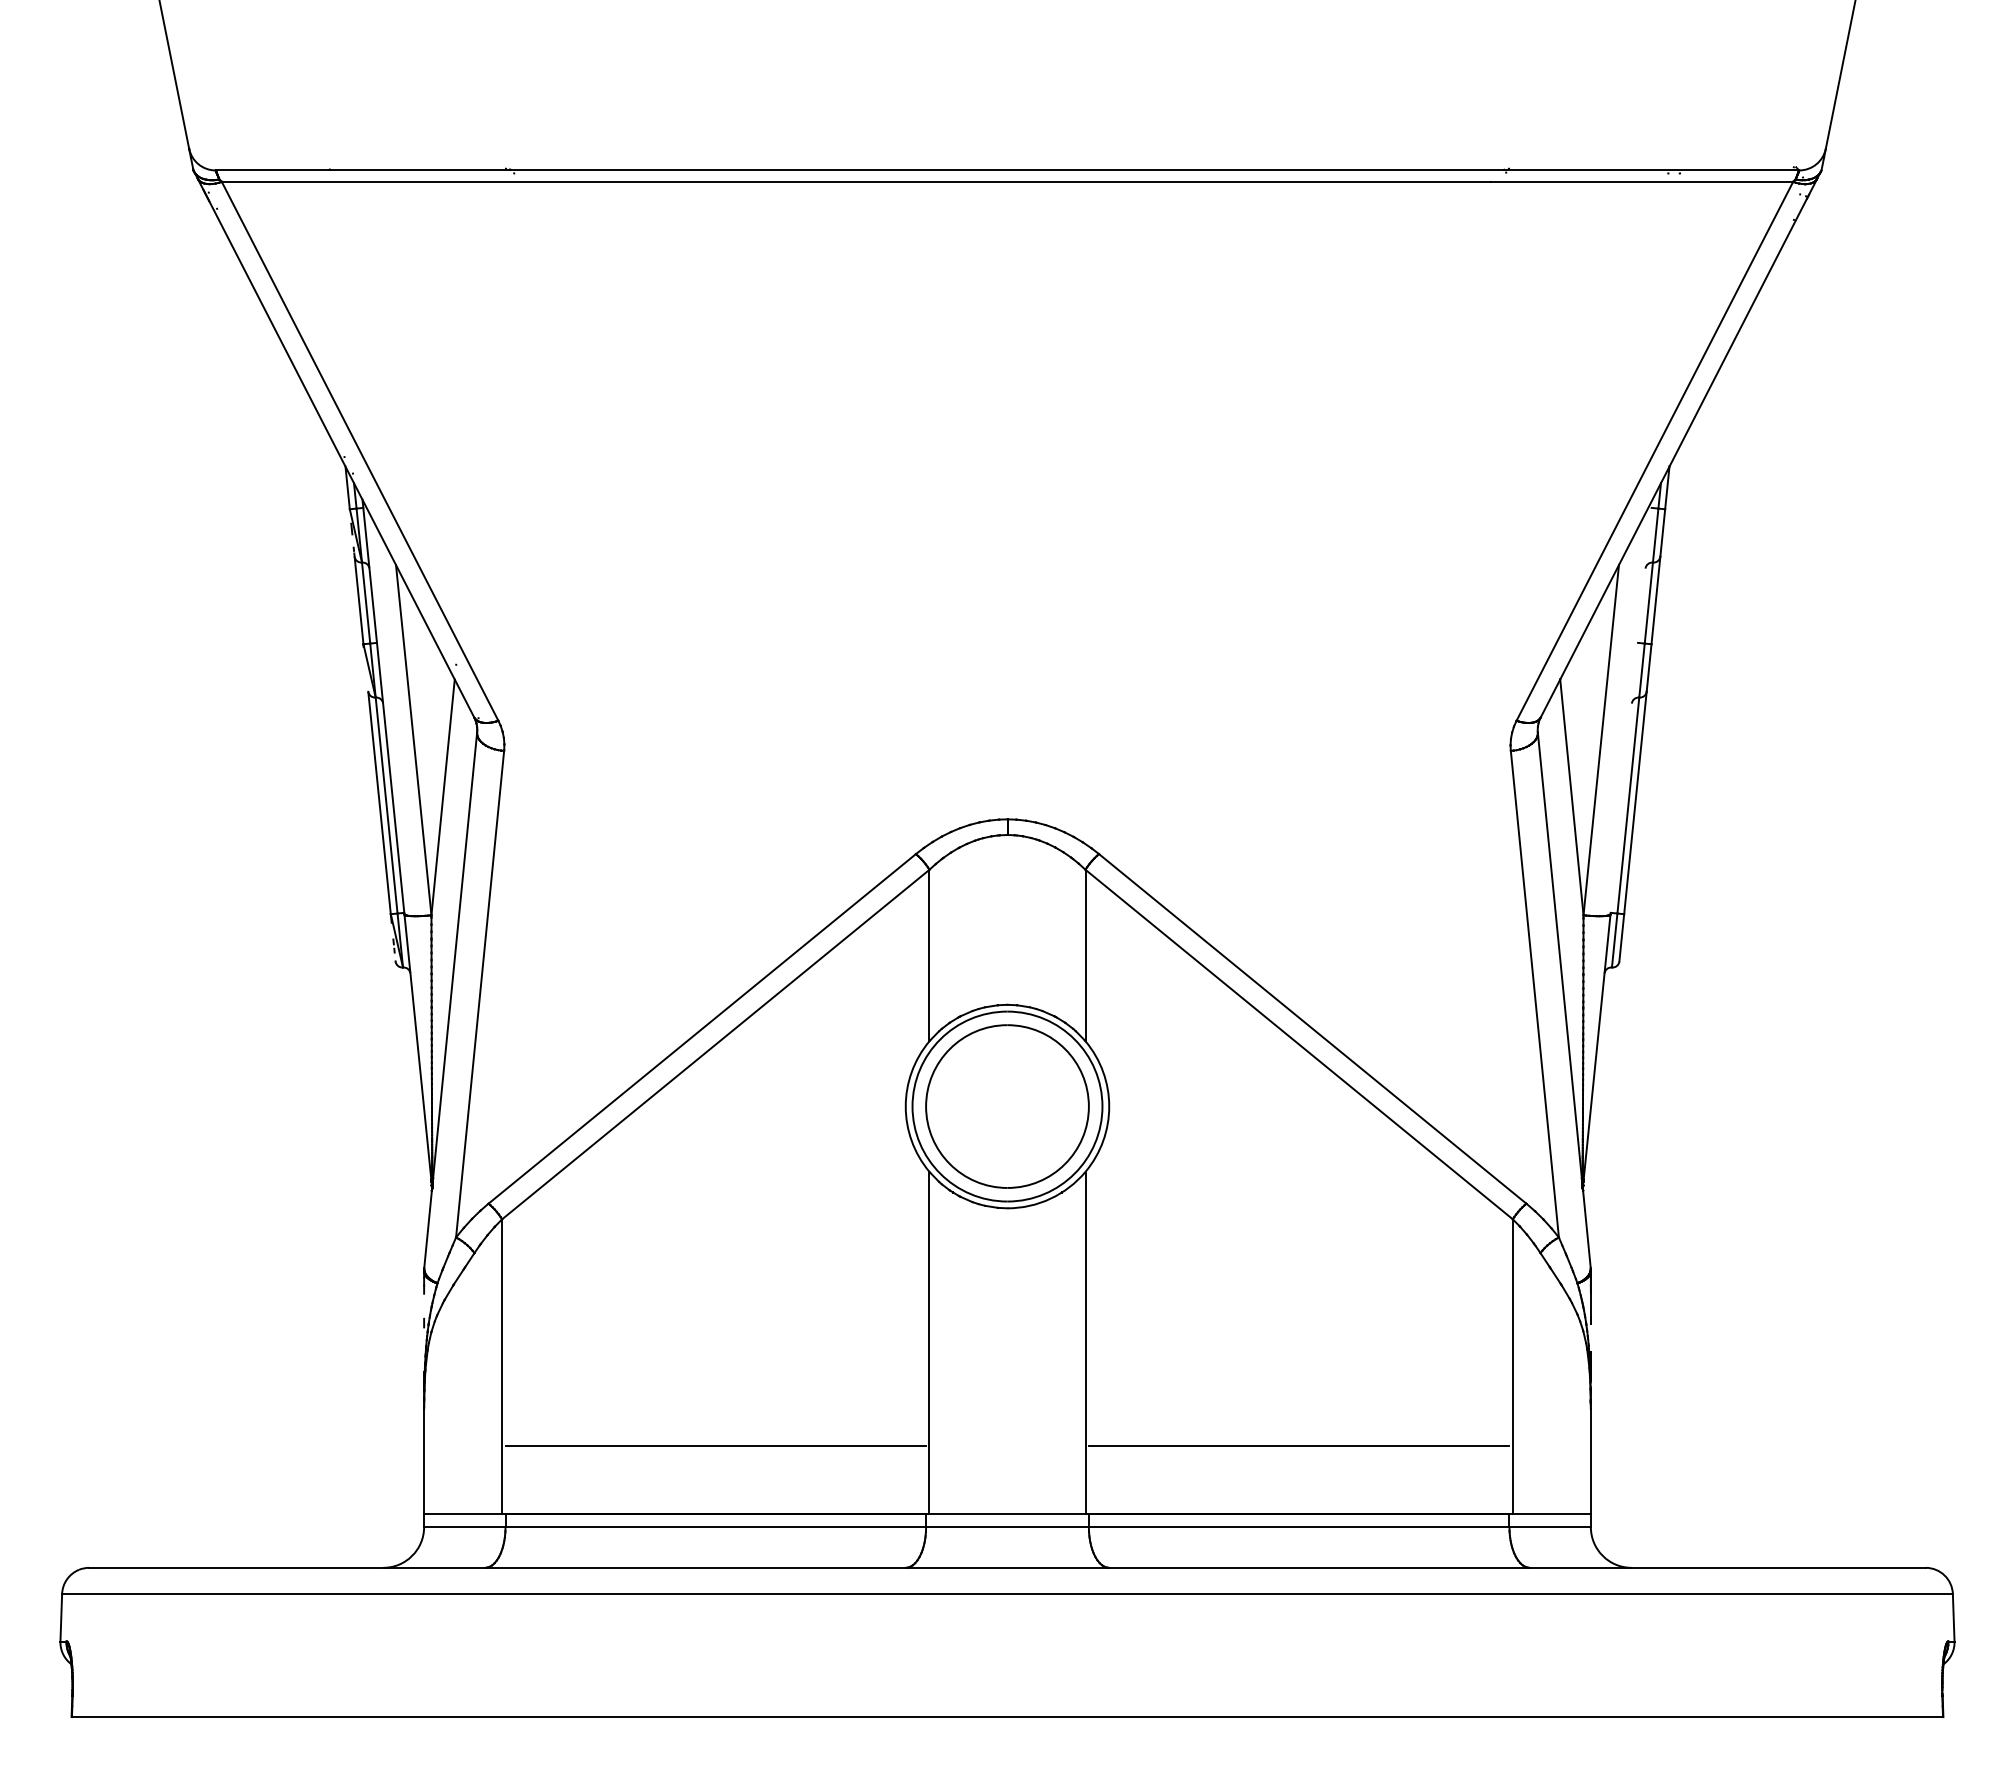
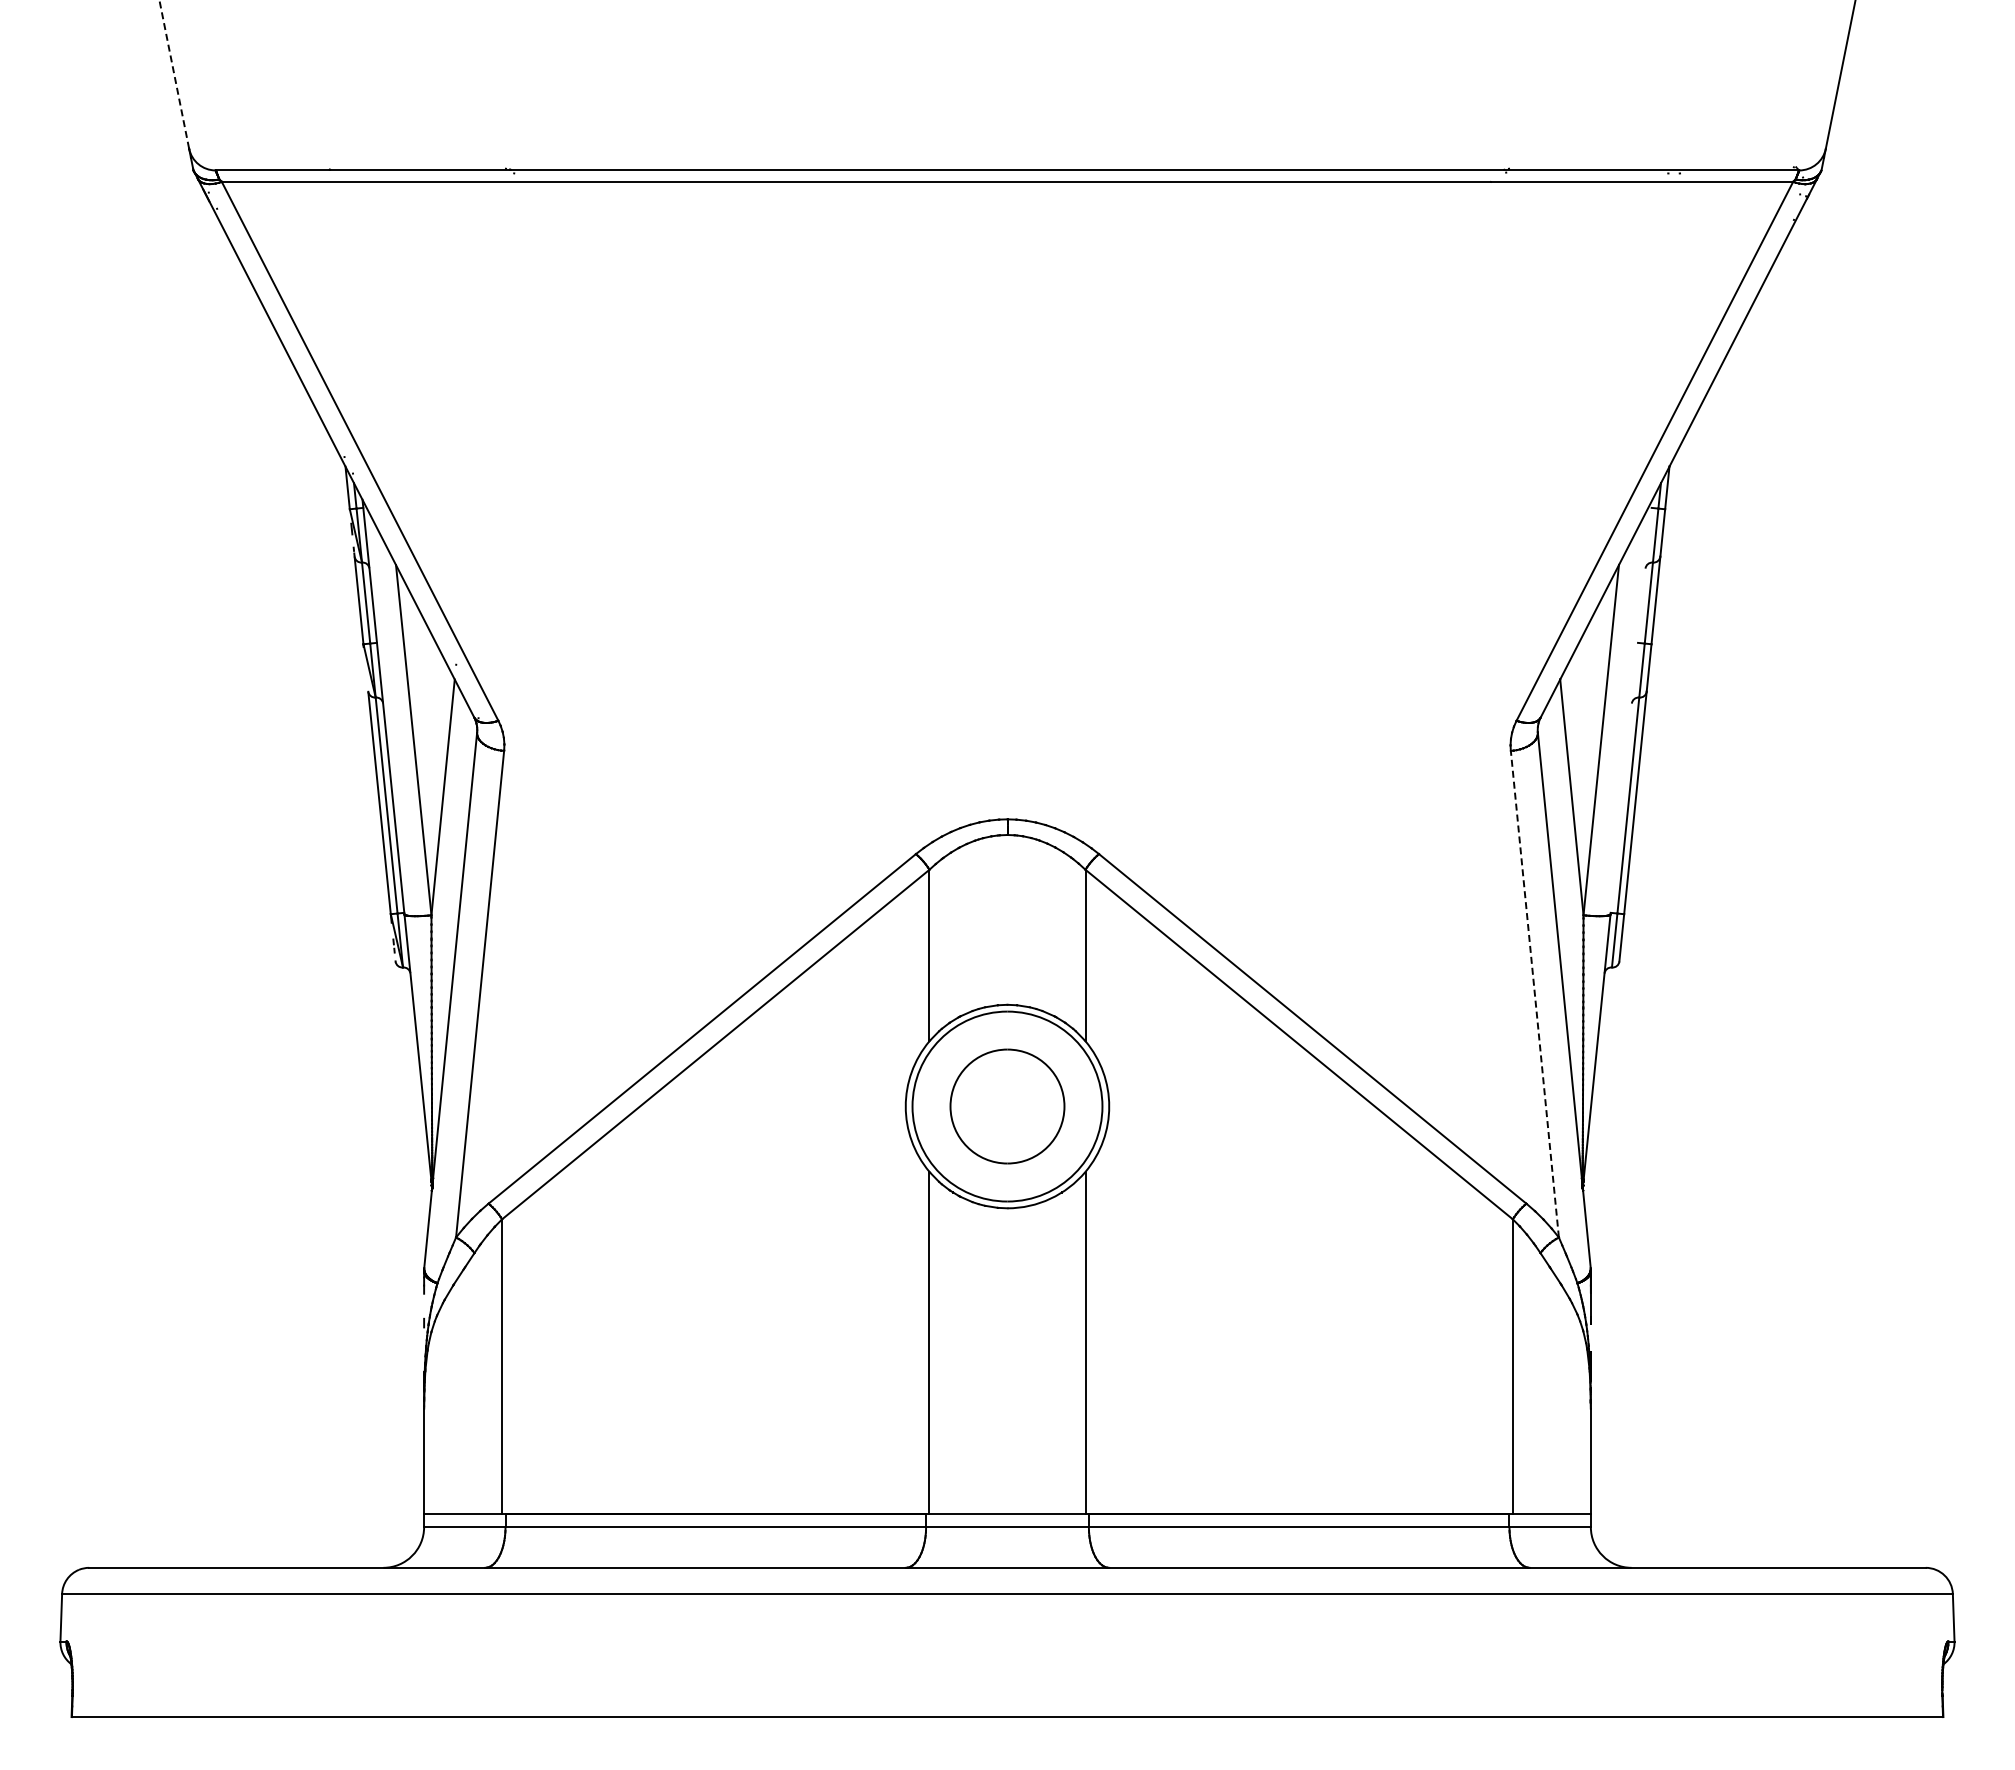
line at (174, 74): solid -> dashed
line at (1534, 993): solid -> dashed
part at (1007, 1106) size: 165x165 px -> 117x117 px
line at (715, 1445): present -> none
line at (1298, 1445): present -> none
